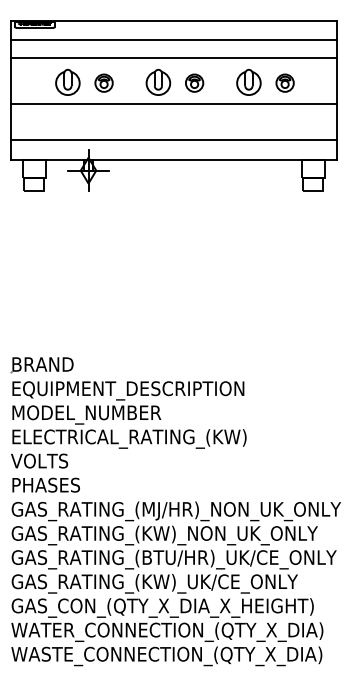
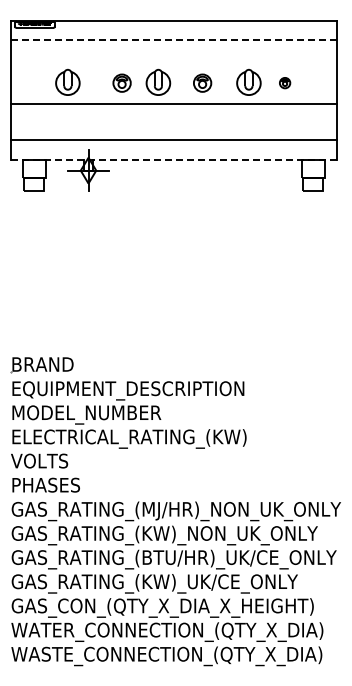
line at (173, 40): solid -> dashed
line at (173, 58): present -> none
part at (103, 82) position: (103, 82) -> (121, 82)
part at (194, 82) position: (194, 82) -> (202, 82)
part at (284, 82) size: 20x20 px -> 13x13 px
line at (173, 159): solid -> dashed
